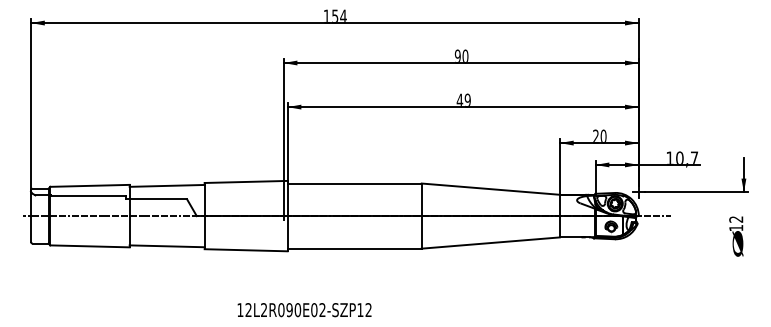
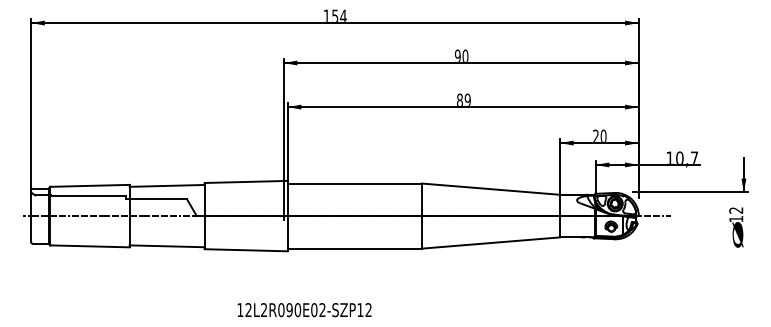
text at (459, 99): 49 -> 89
text at (736, 236) position: (736, 236) -> (736, 227)
